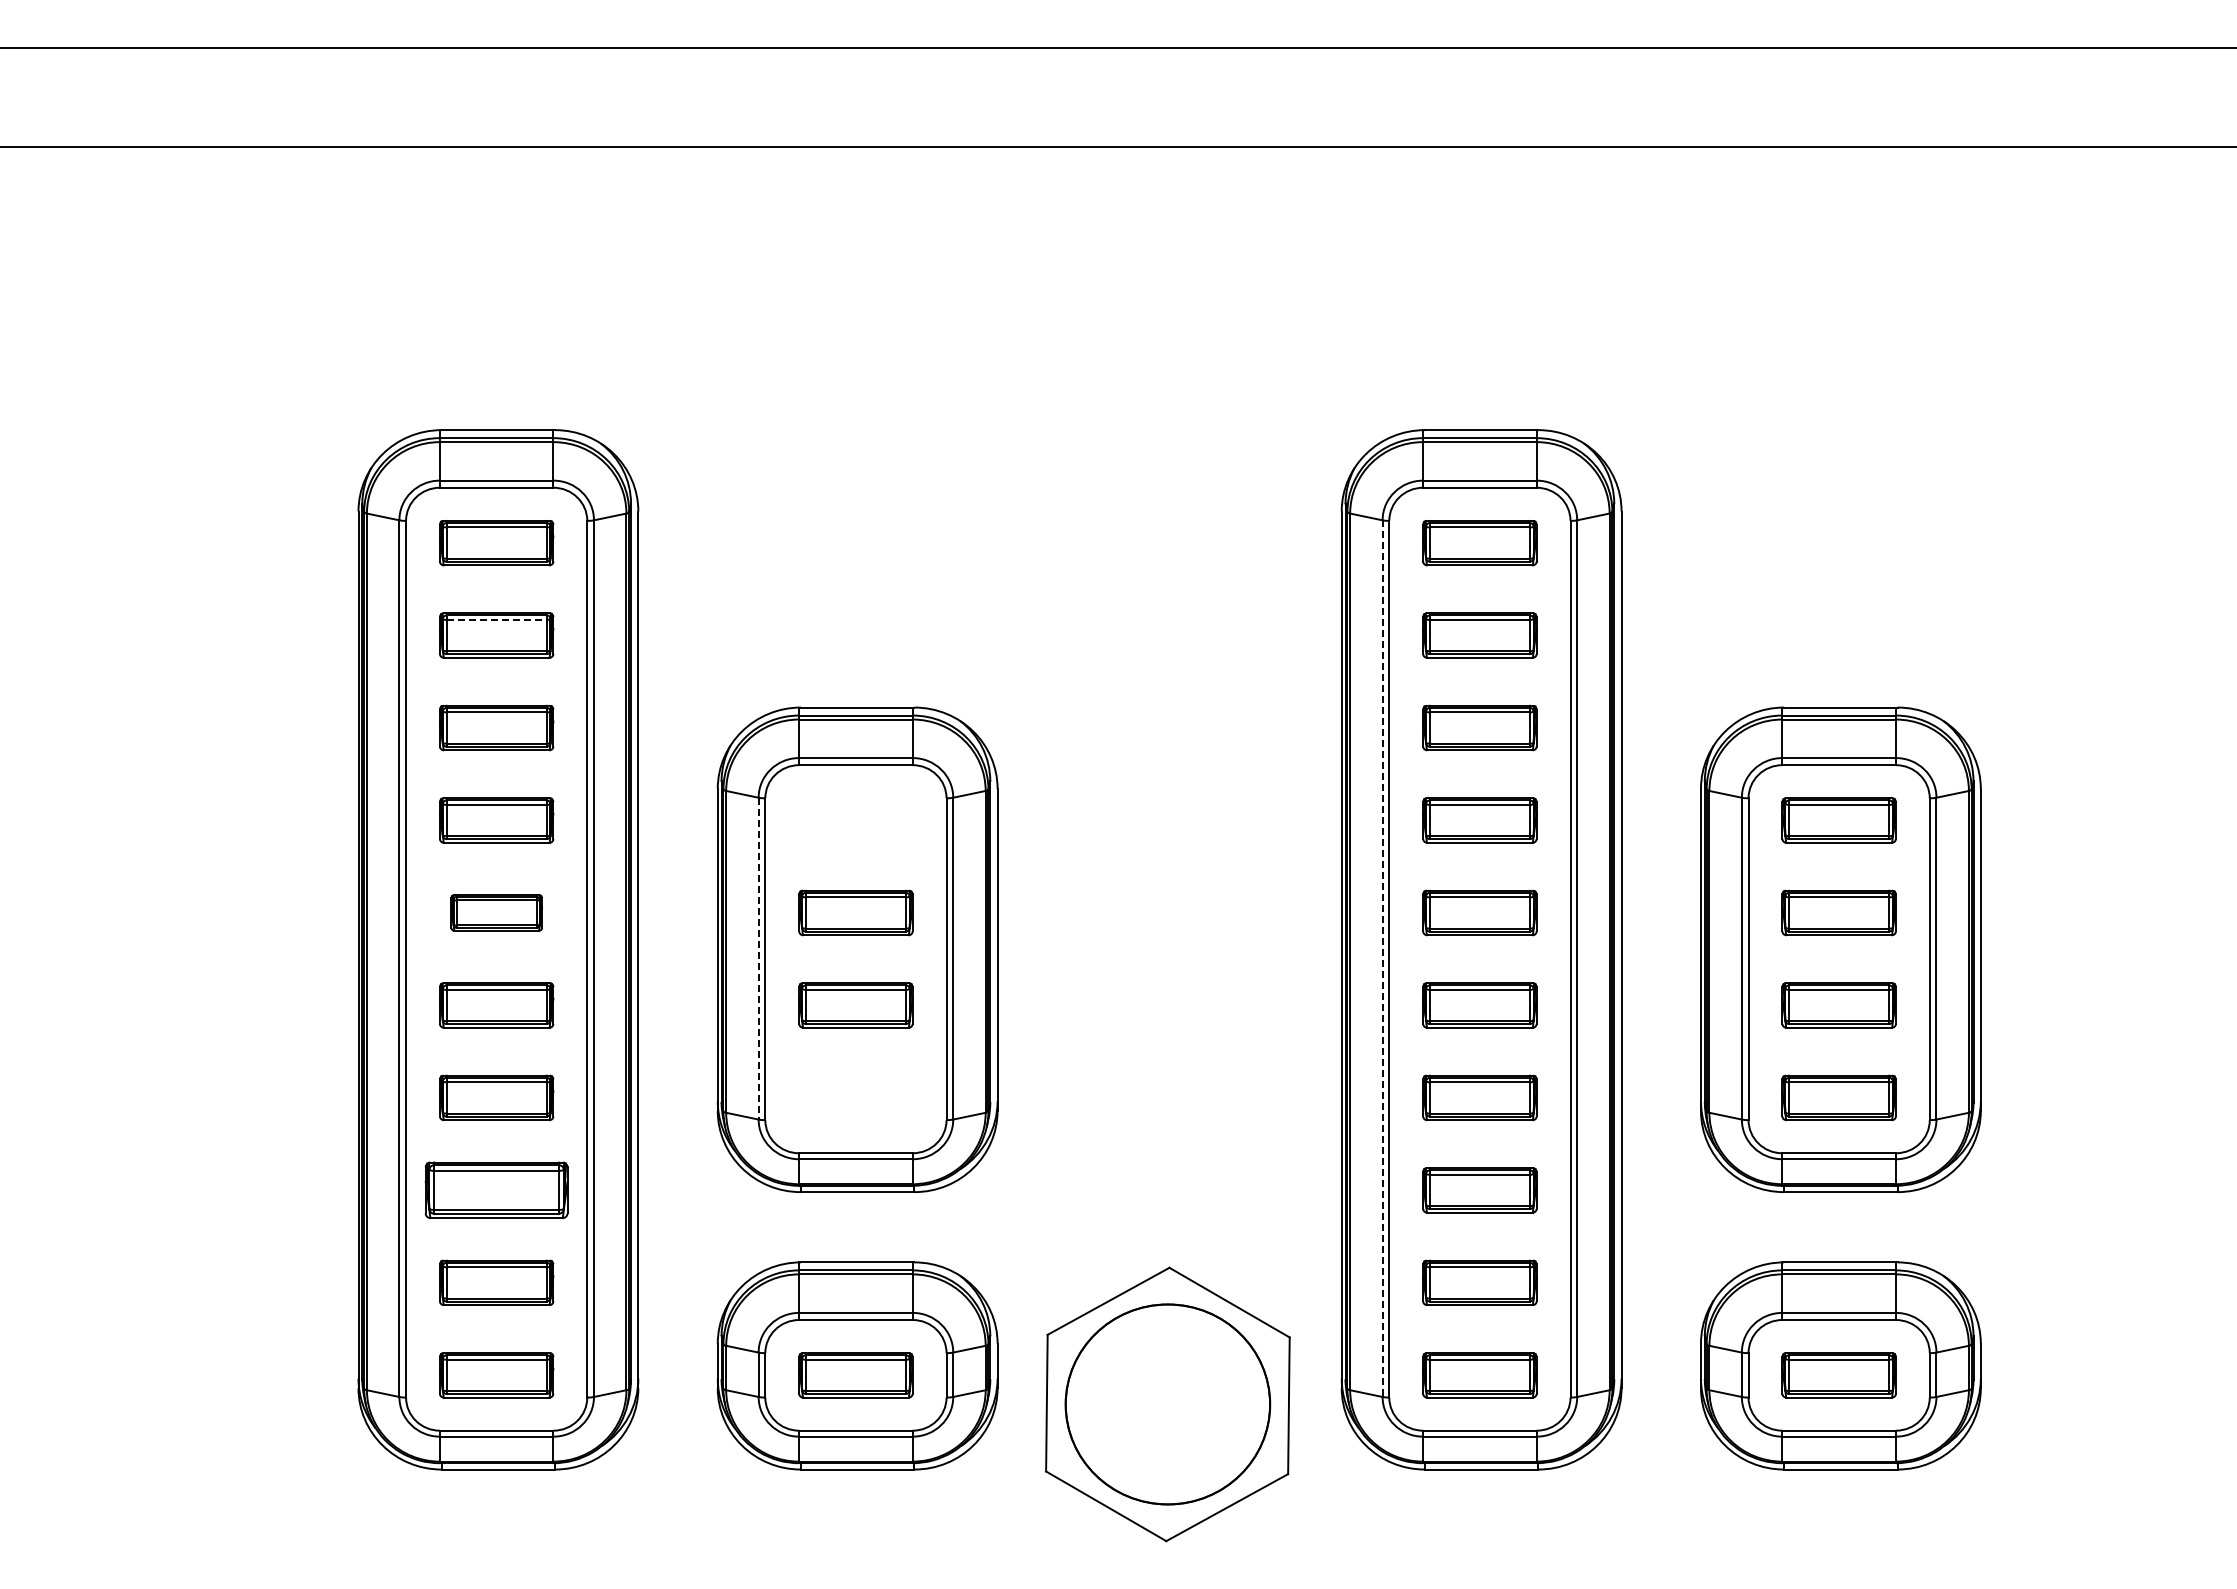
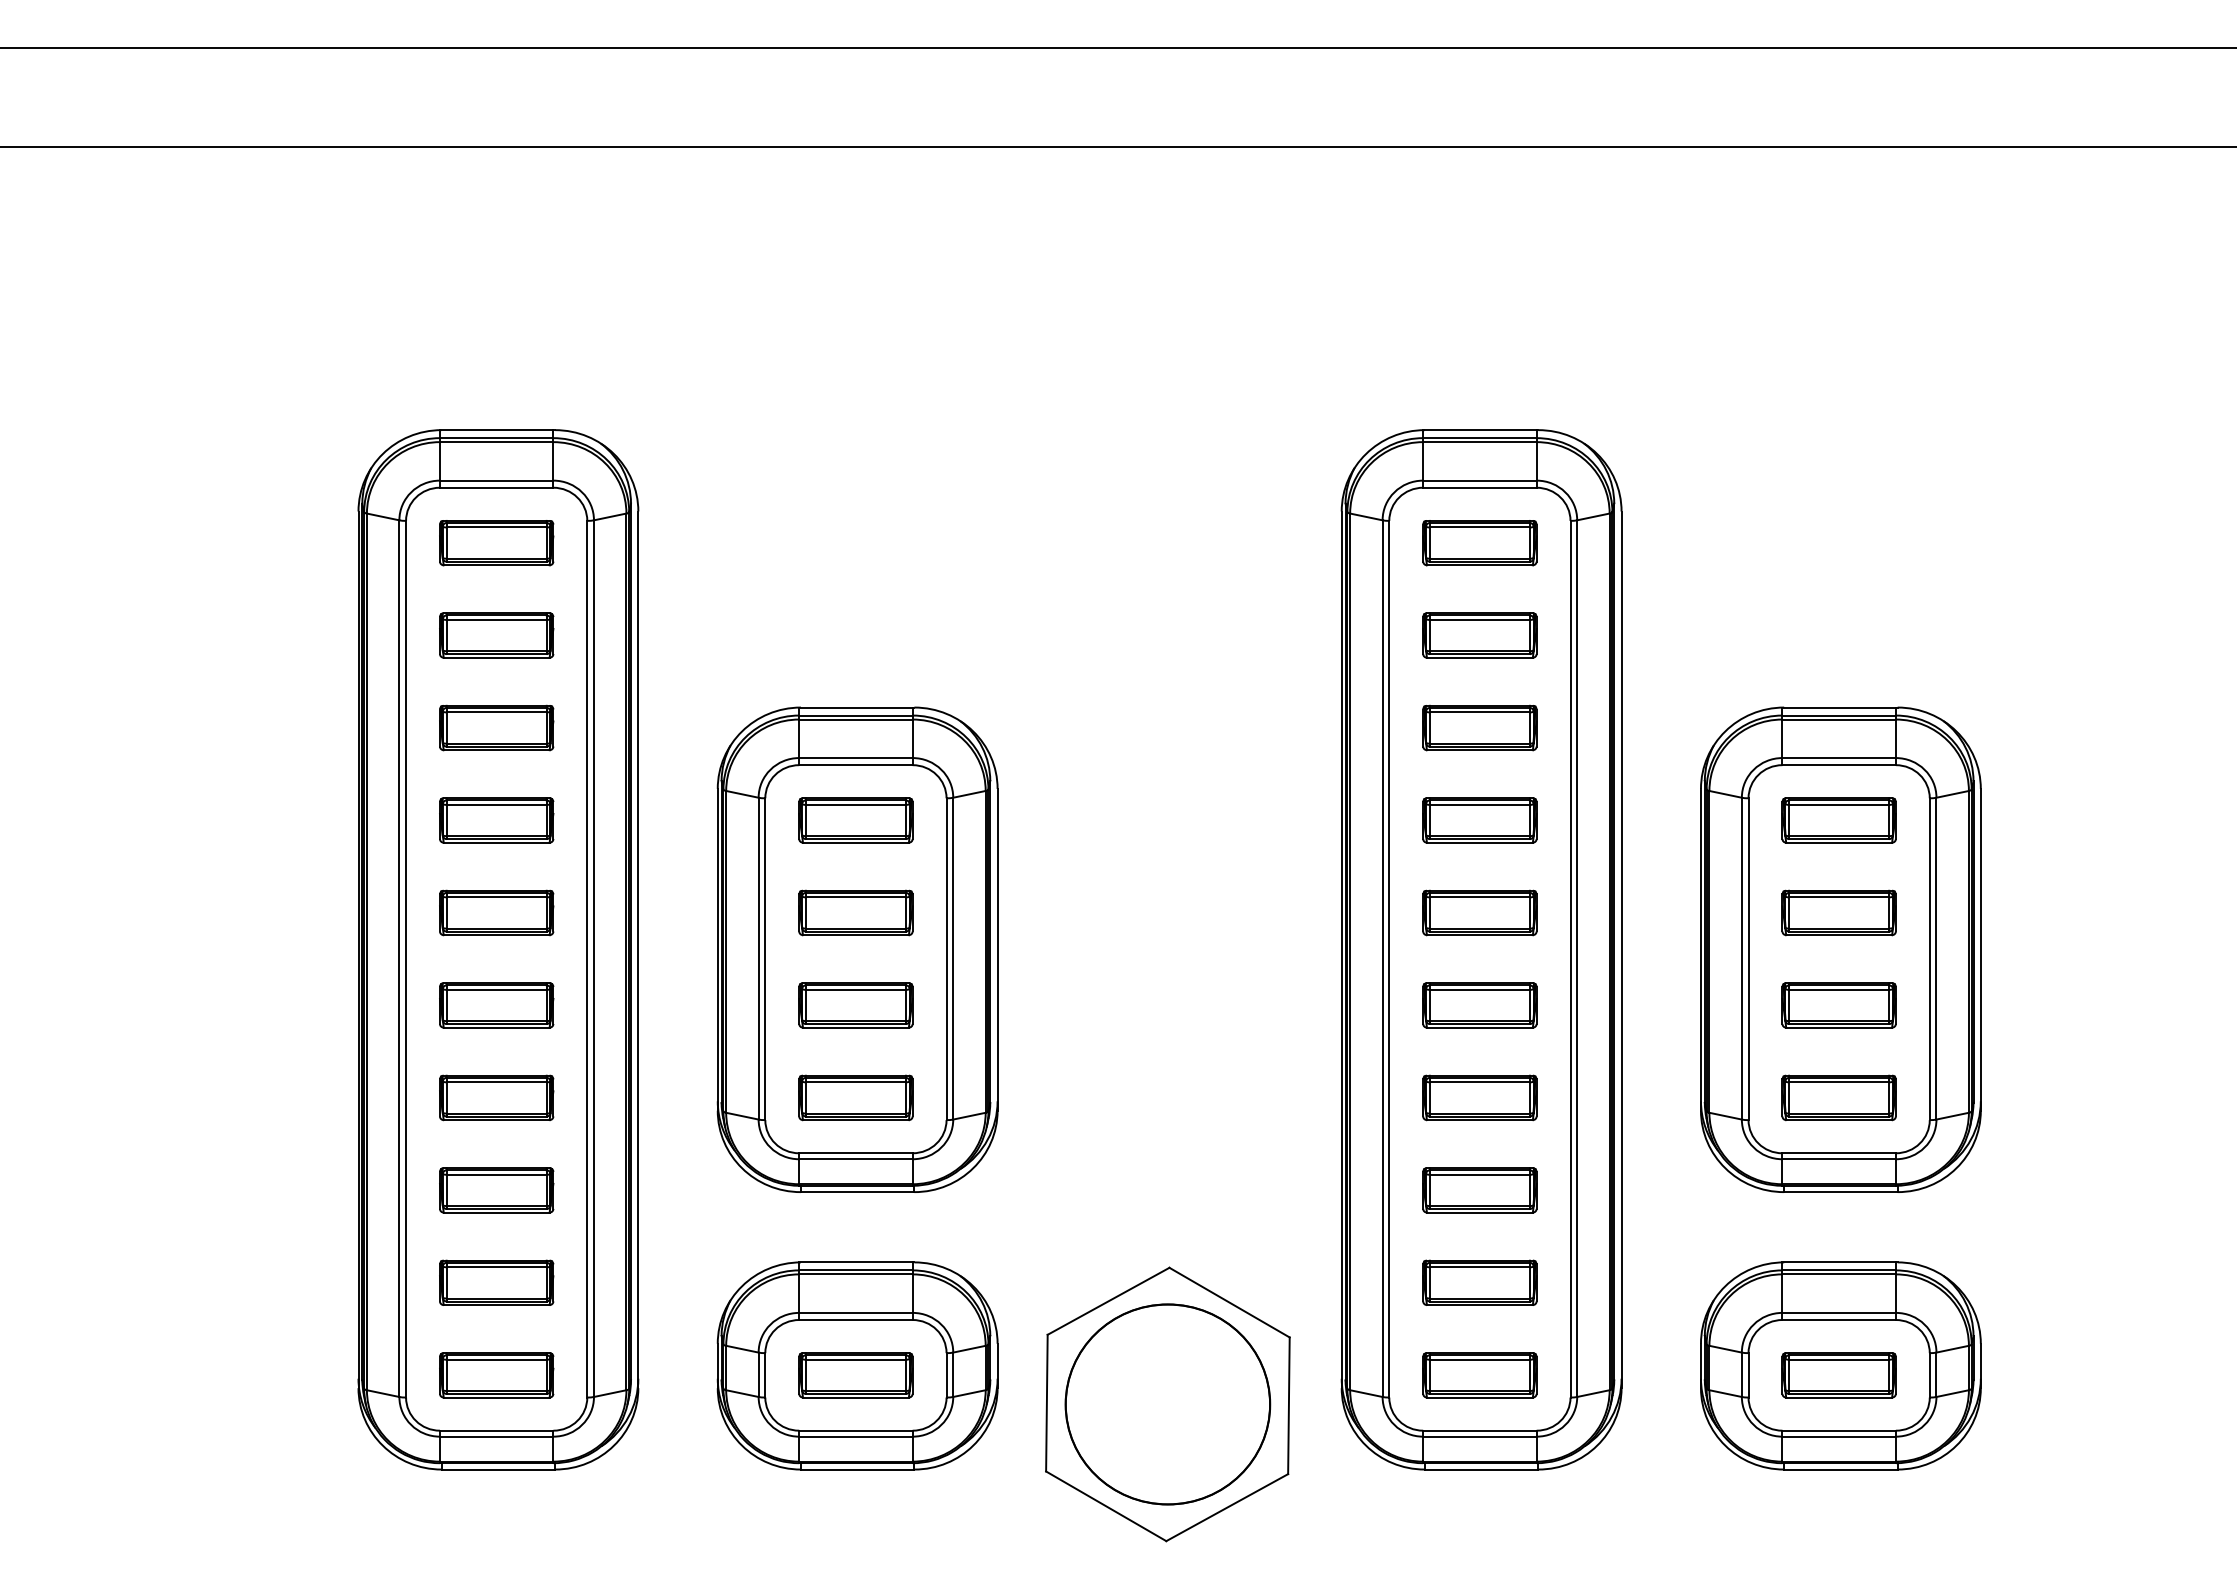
line at (497, 619): dashed -> solid
part at (855, 820): none -> present
part at (496, 912) size: 94x38 px -> 116x48 px
line at (758, 958): dashed -> solid
line at (1382, 959): dashed -> solid
part at (855, 1097): none -> present
part at (496, 1190) size: 145x59 px -> 116x47 px
